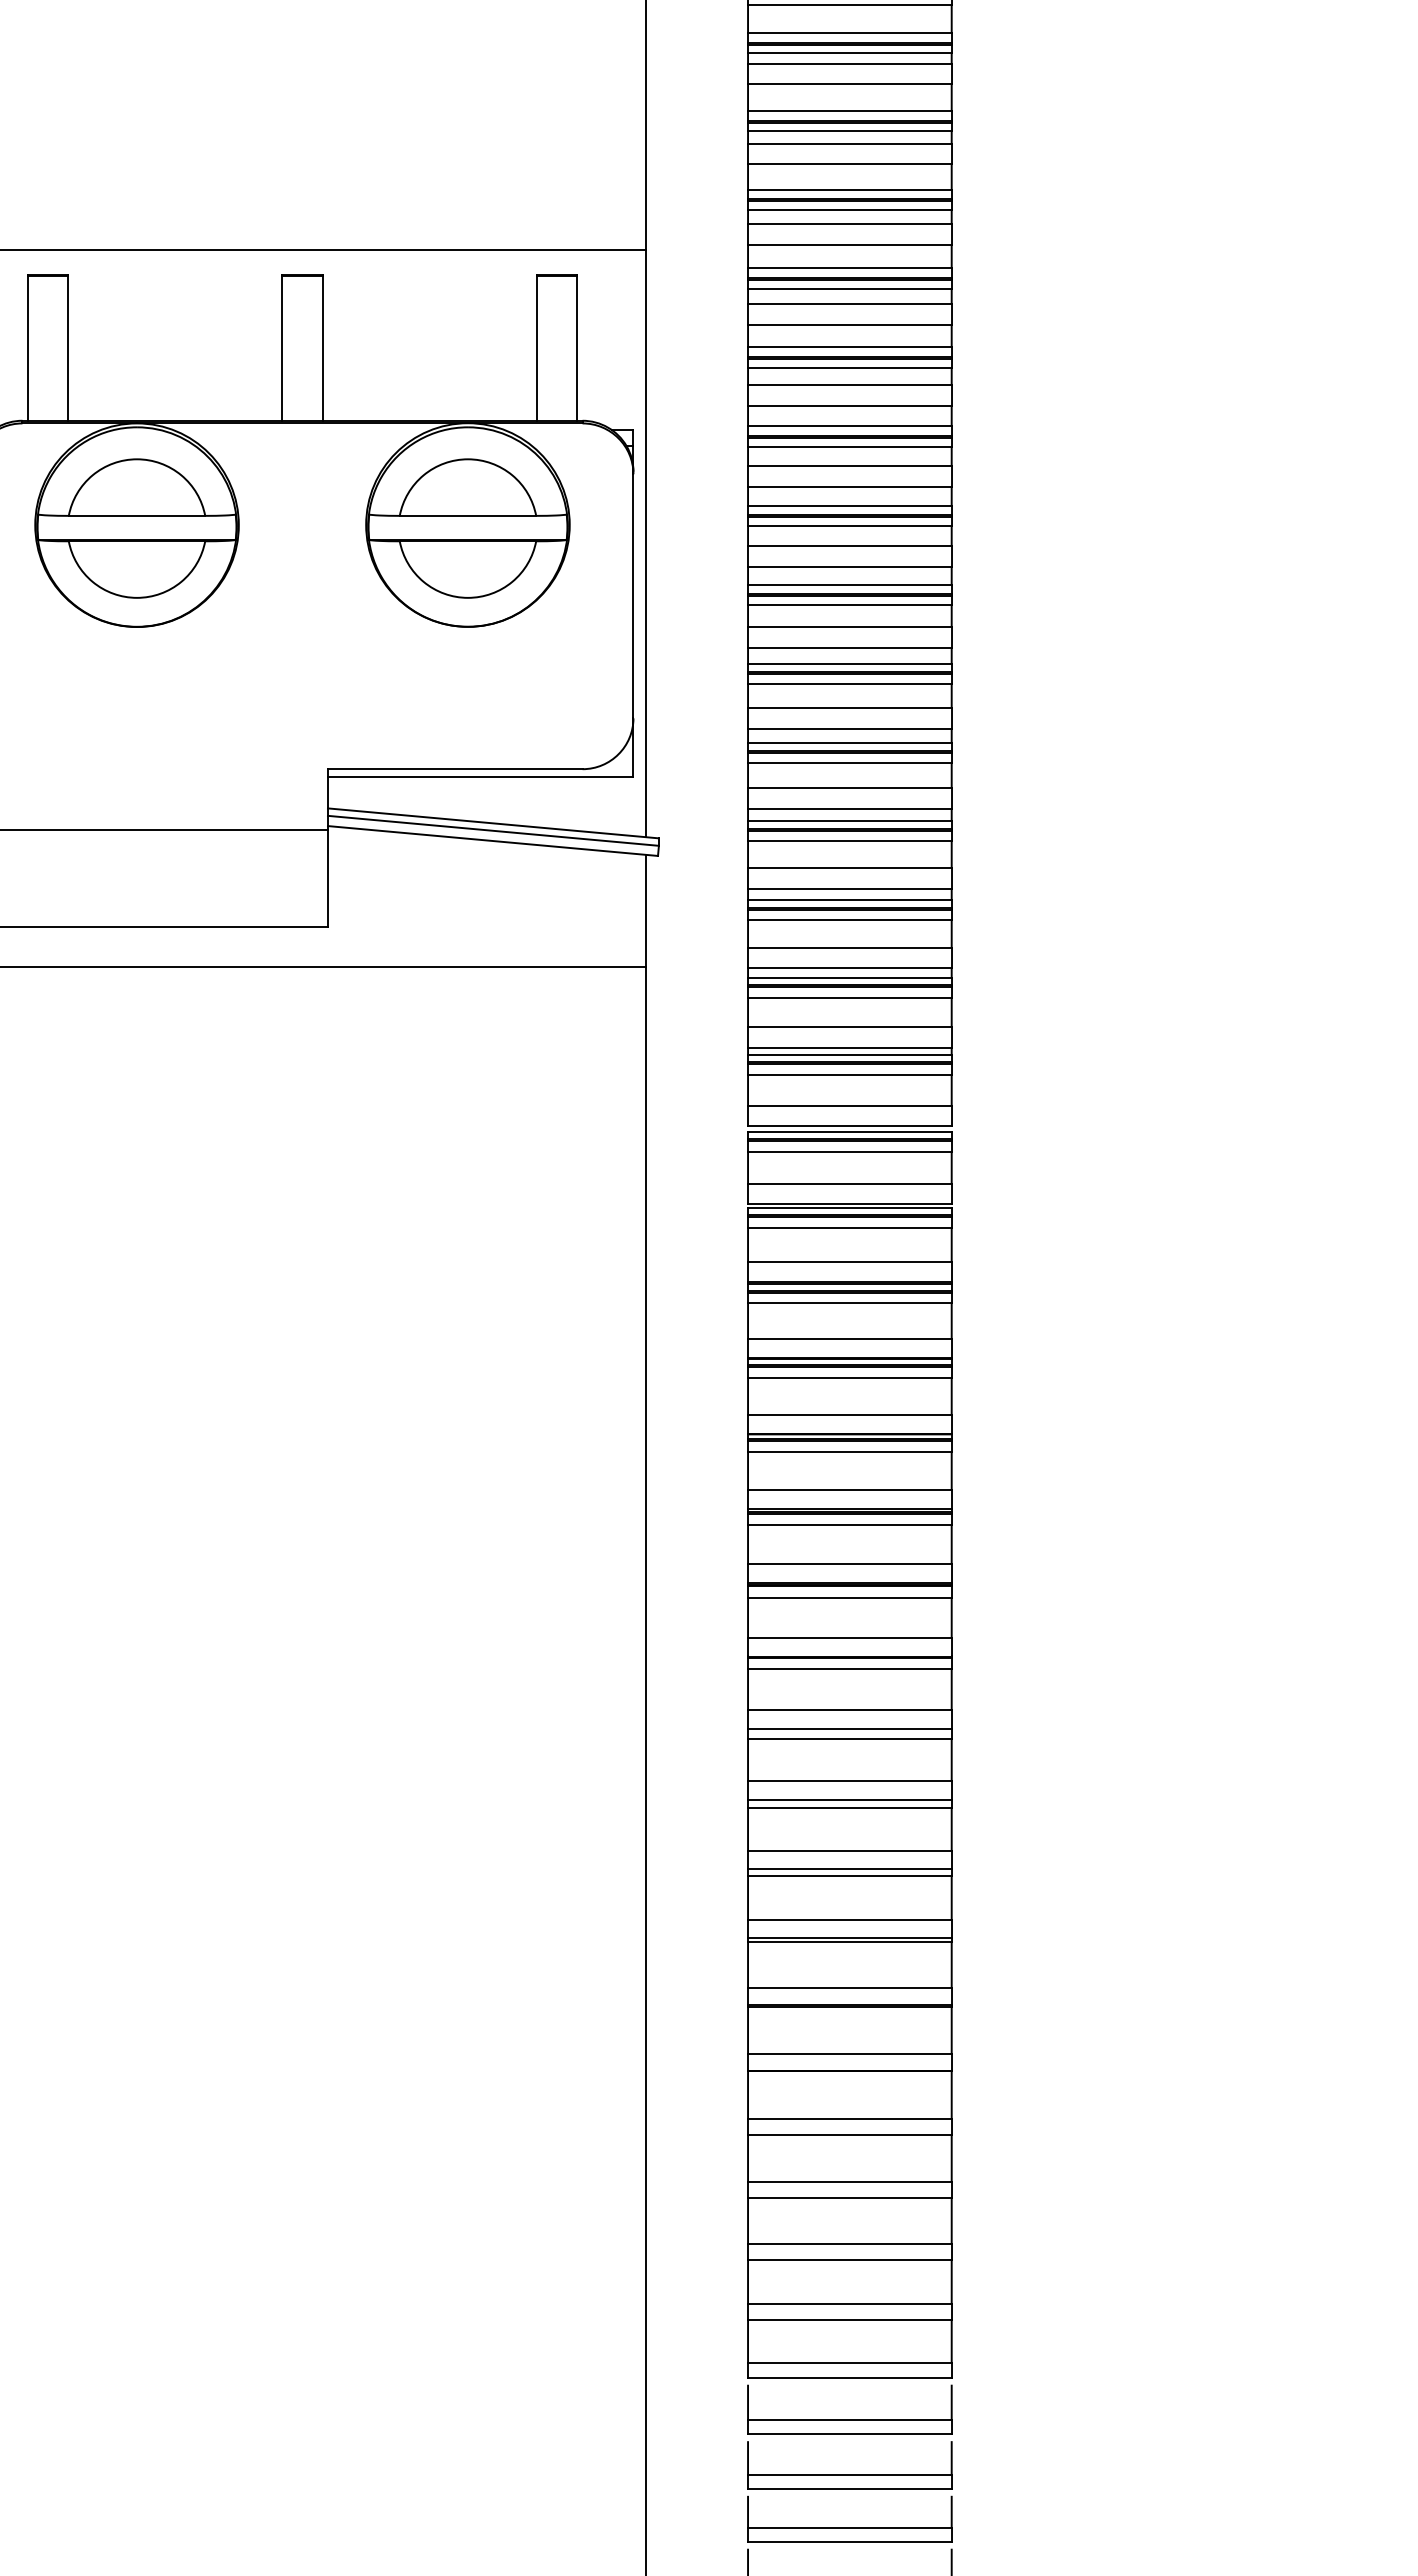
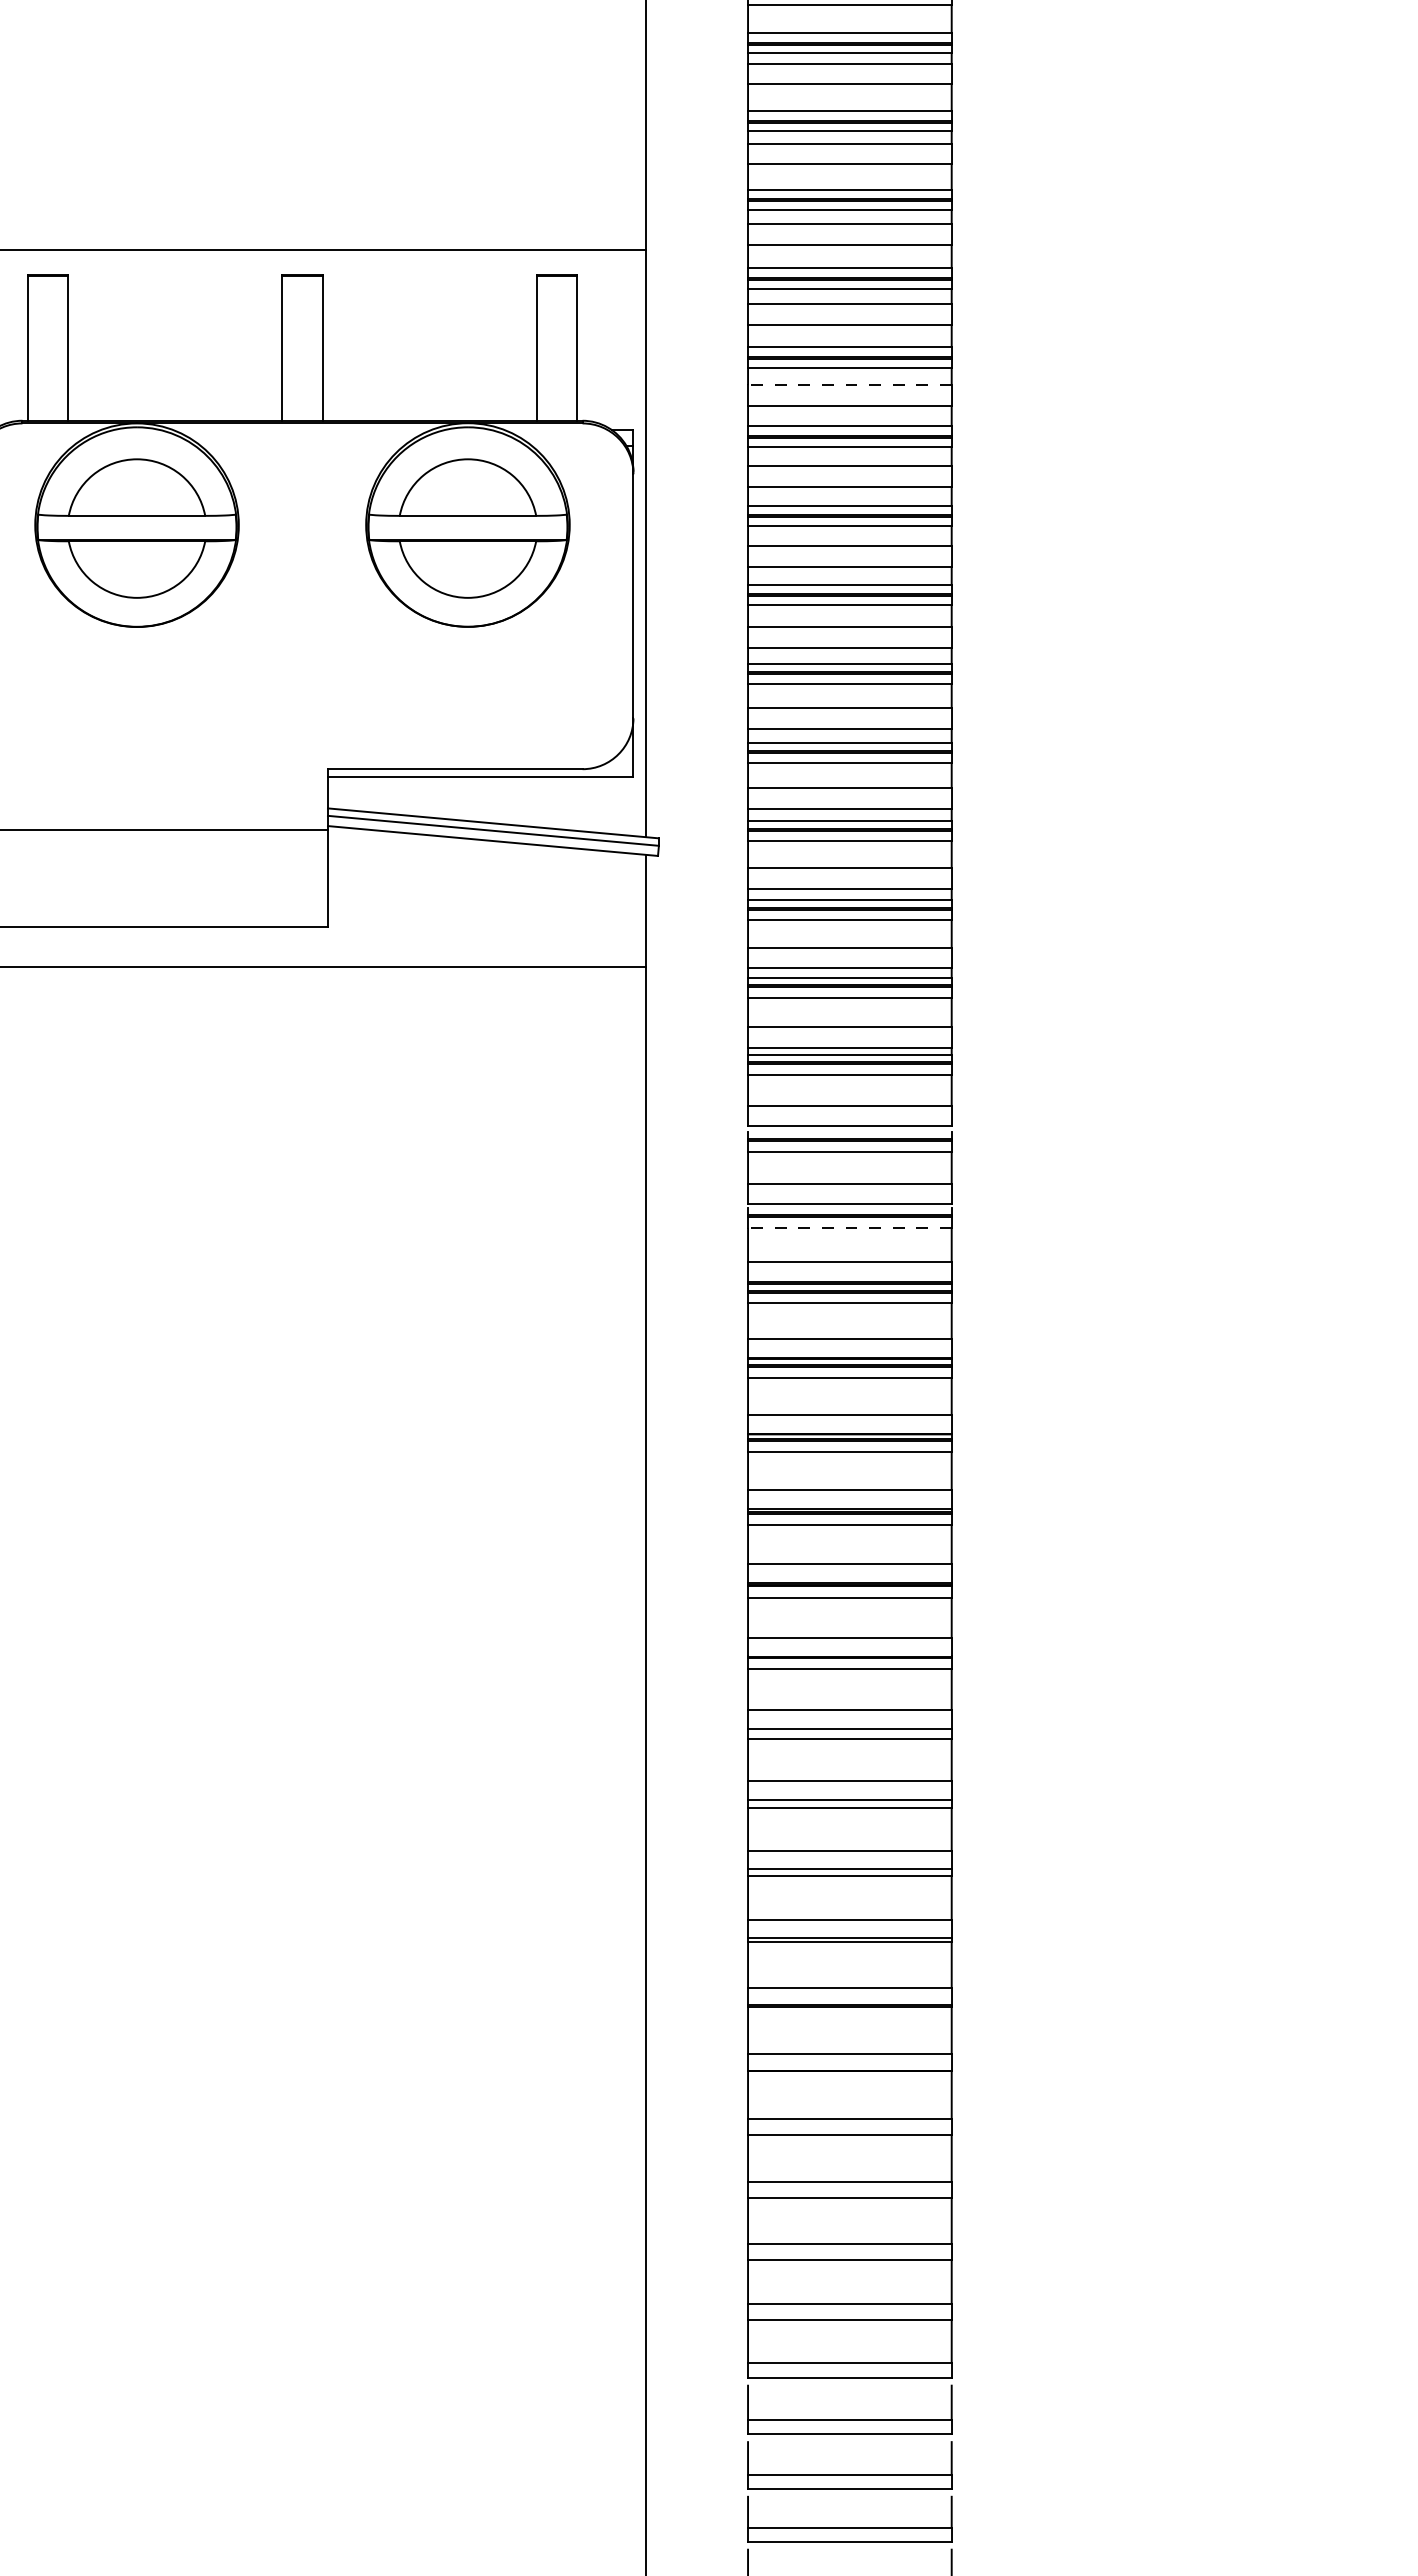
line at (849, 385): solid -> dashed
line at (849, 1131): present -> none
line at (849, 1208): present -> none
line at (849, 1227): solid -> dashed
